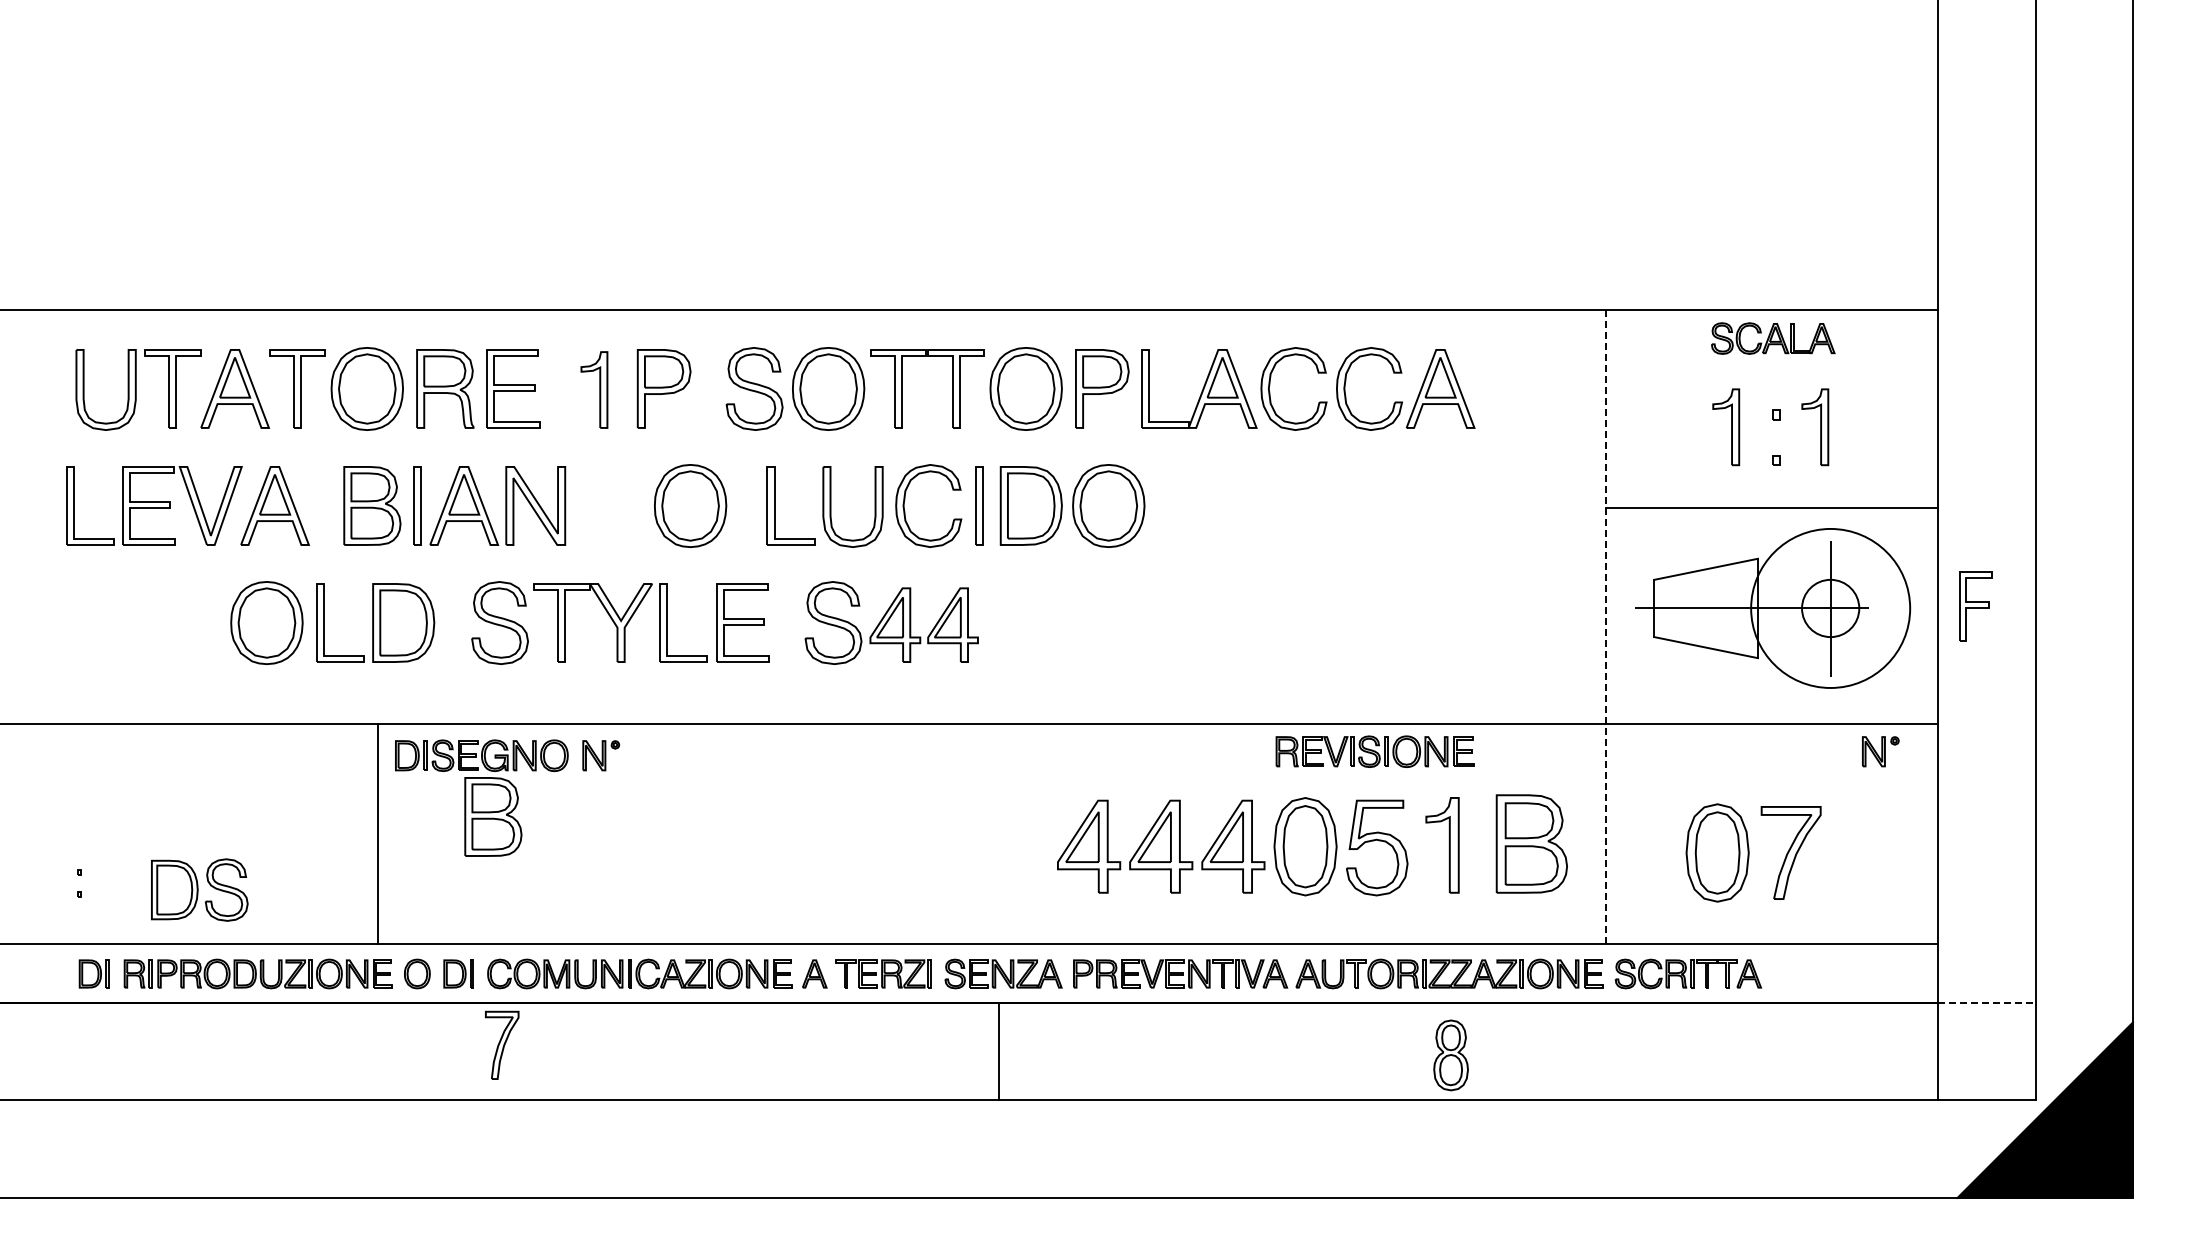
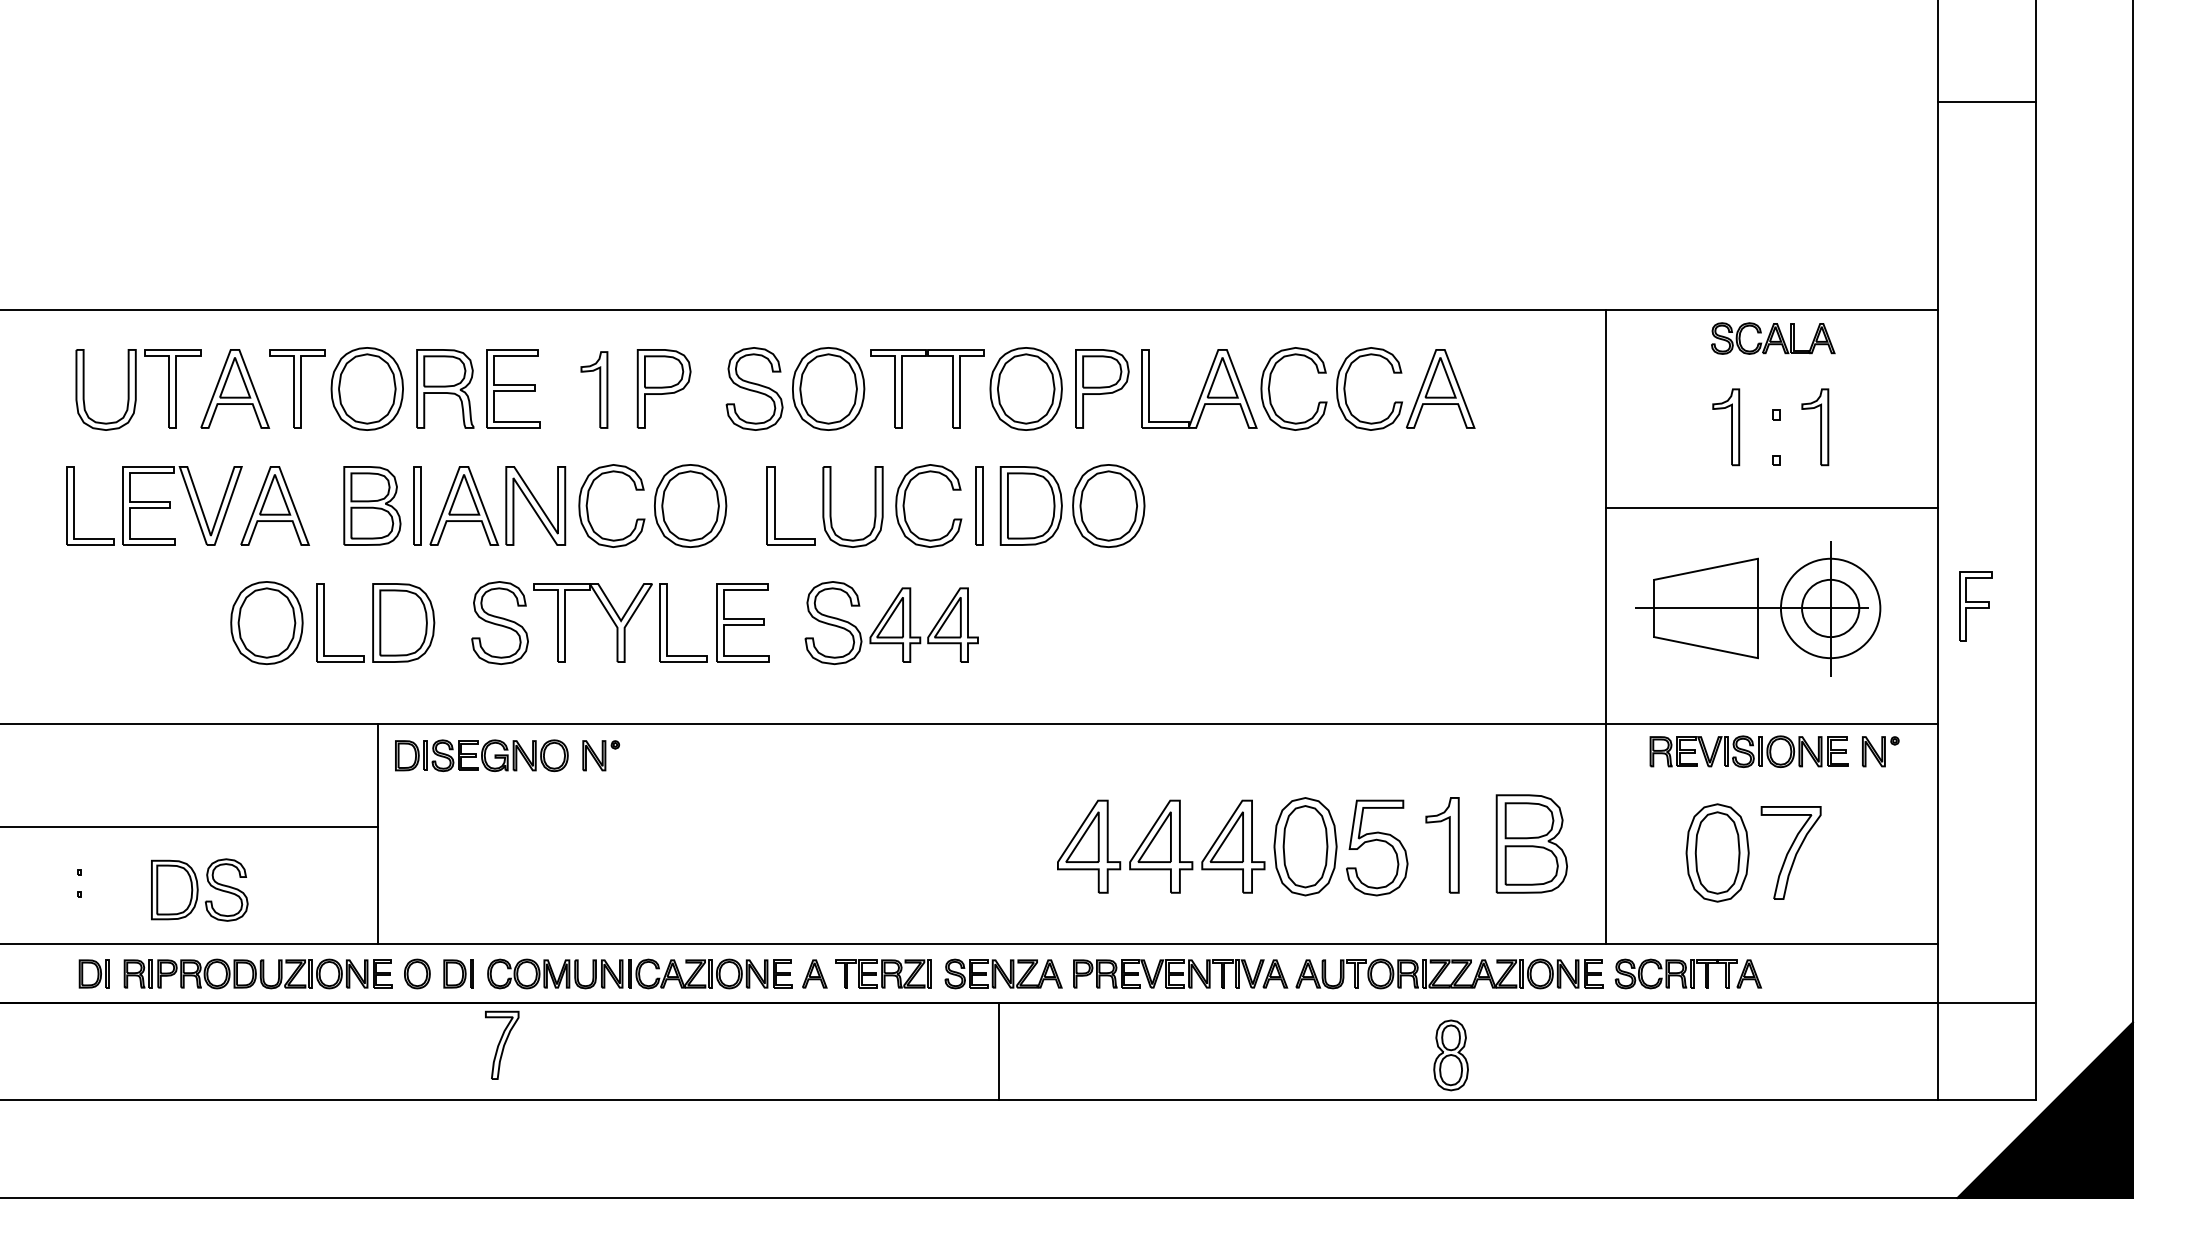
line at (1986, 102): none -> present
part at (588, 501): none -> present
circle at (1830, 607) diameter: 159 px -> 99 px
line at (1606, 627): dashed -> solid
part at (1374, 751) position: (1374, 751) -> (1748, 751)
part at (493, 816): present -> none
line at (189, 827): none -> present
line at (1986, 1002): dashed -> solid
